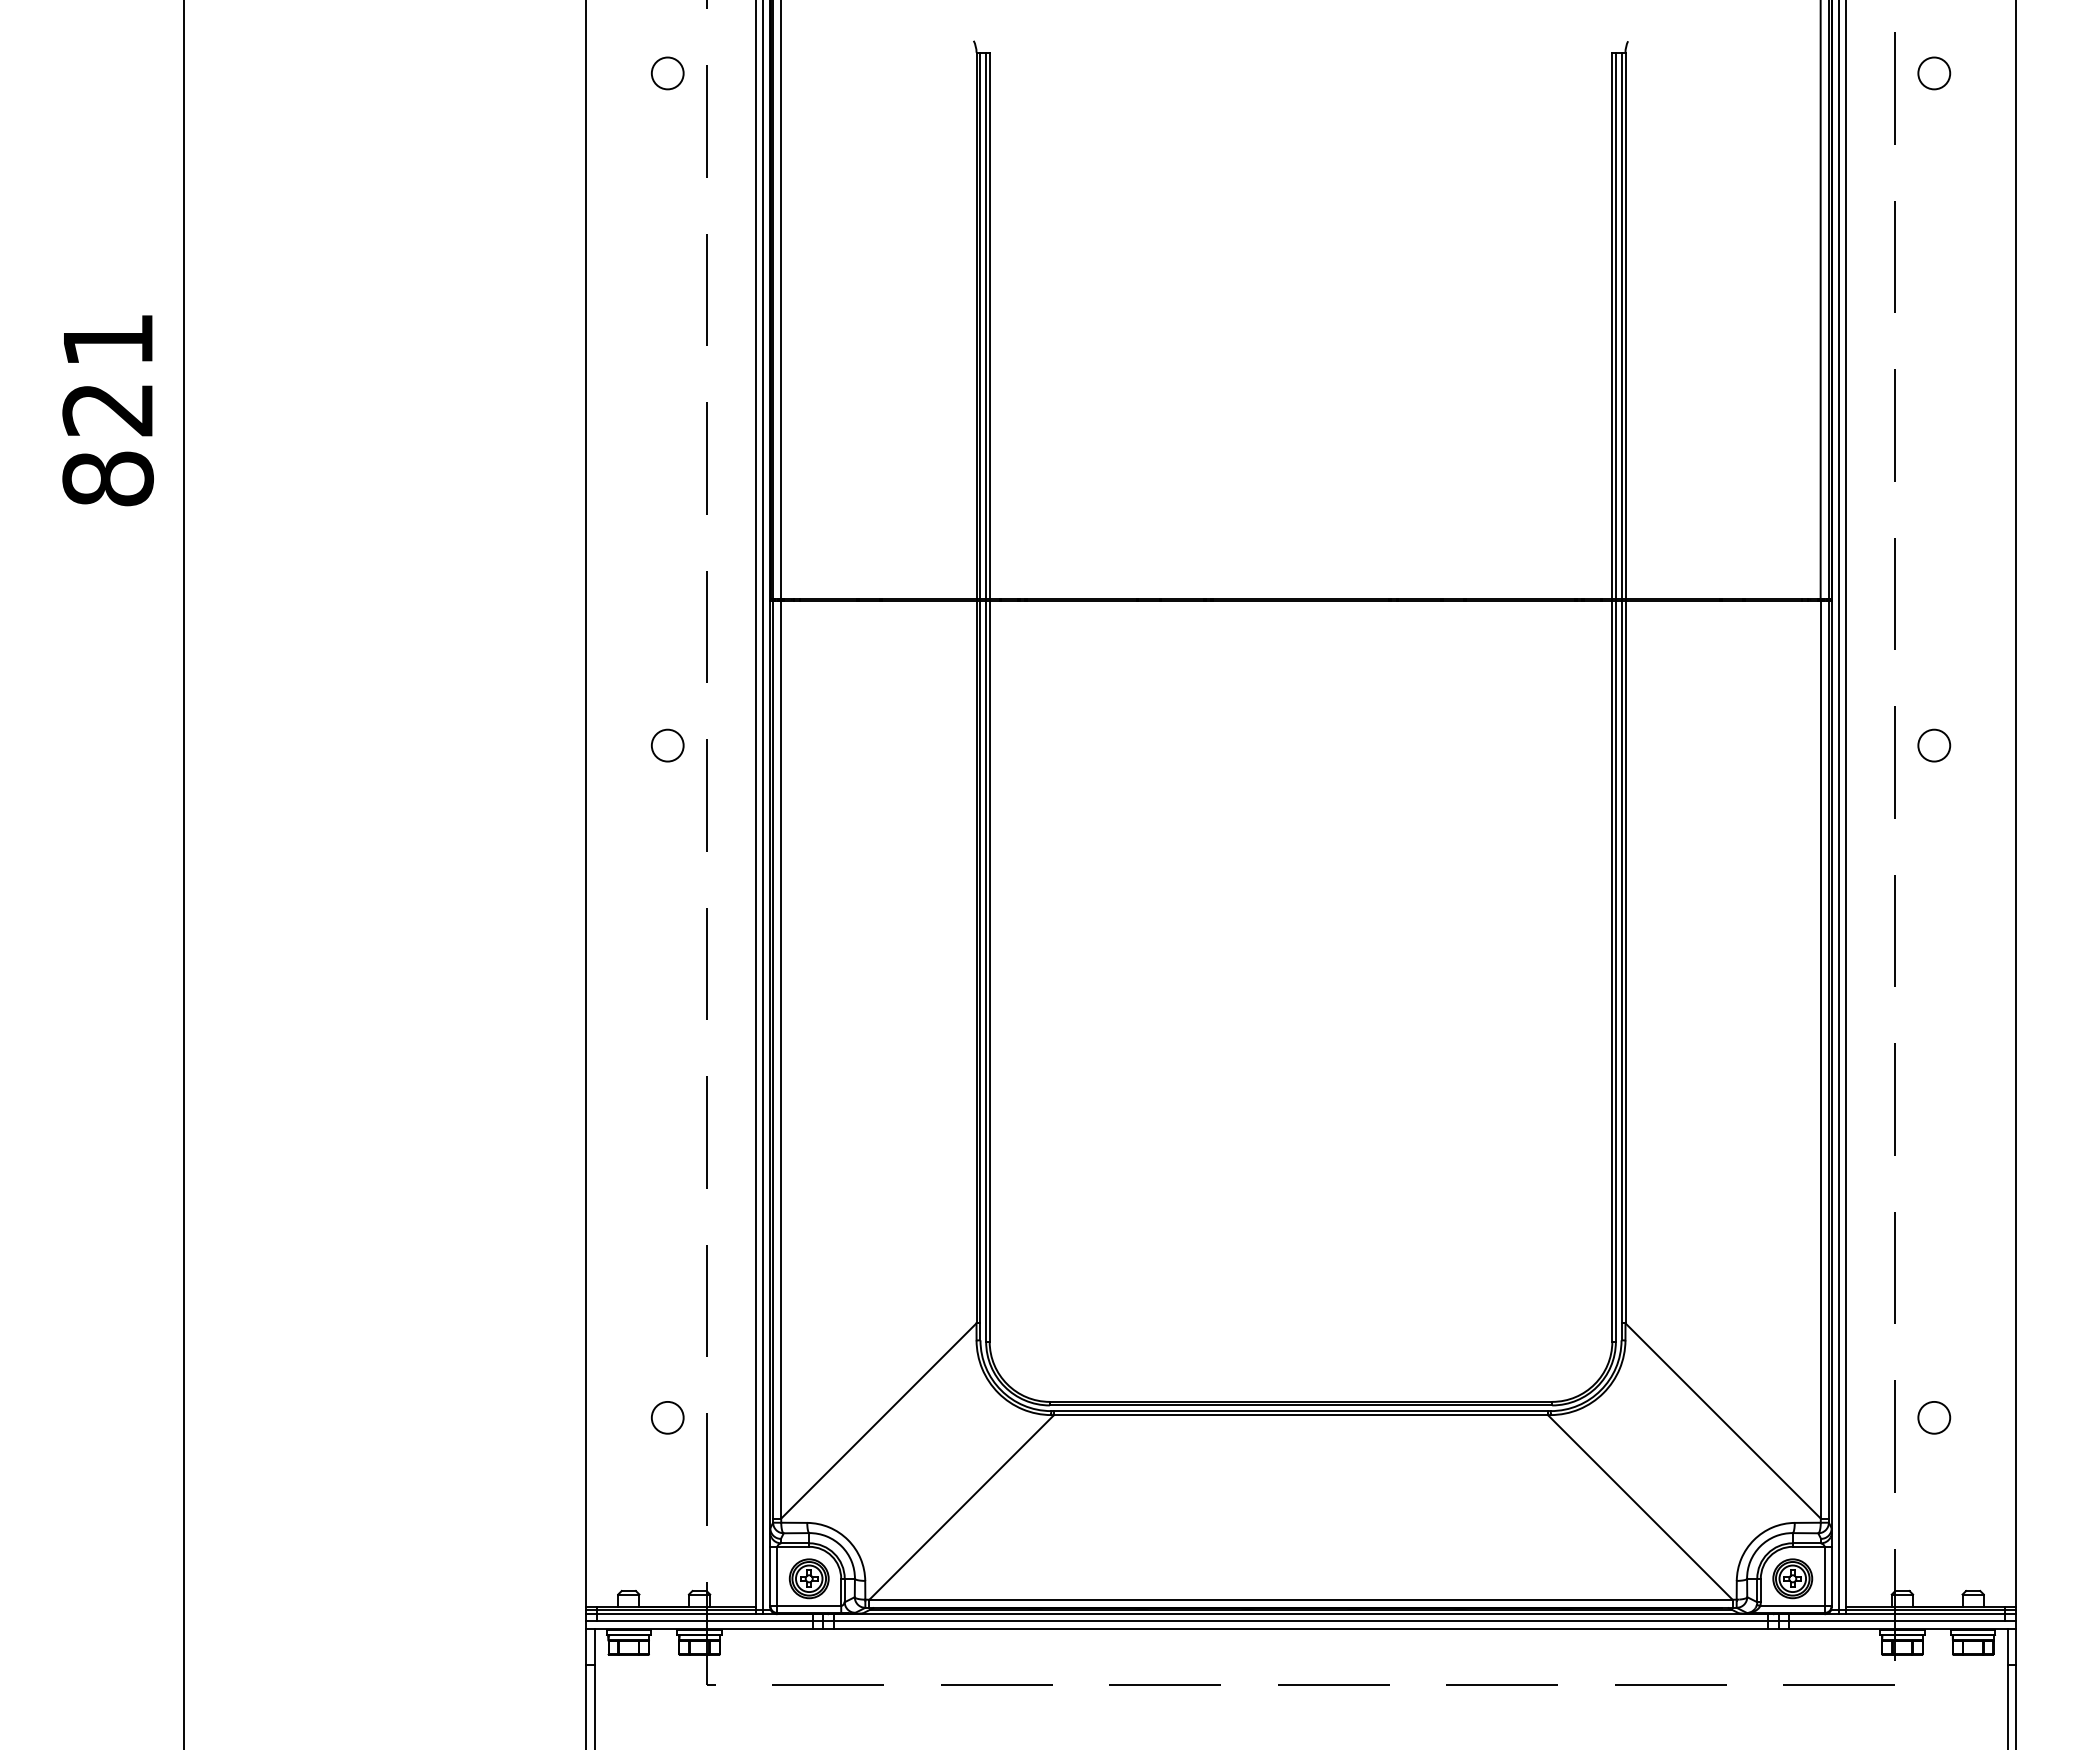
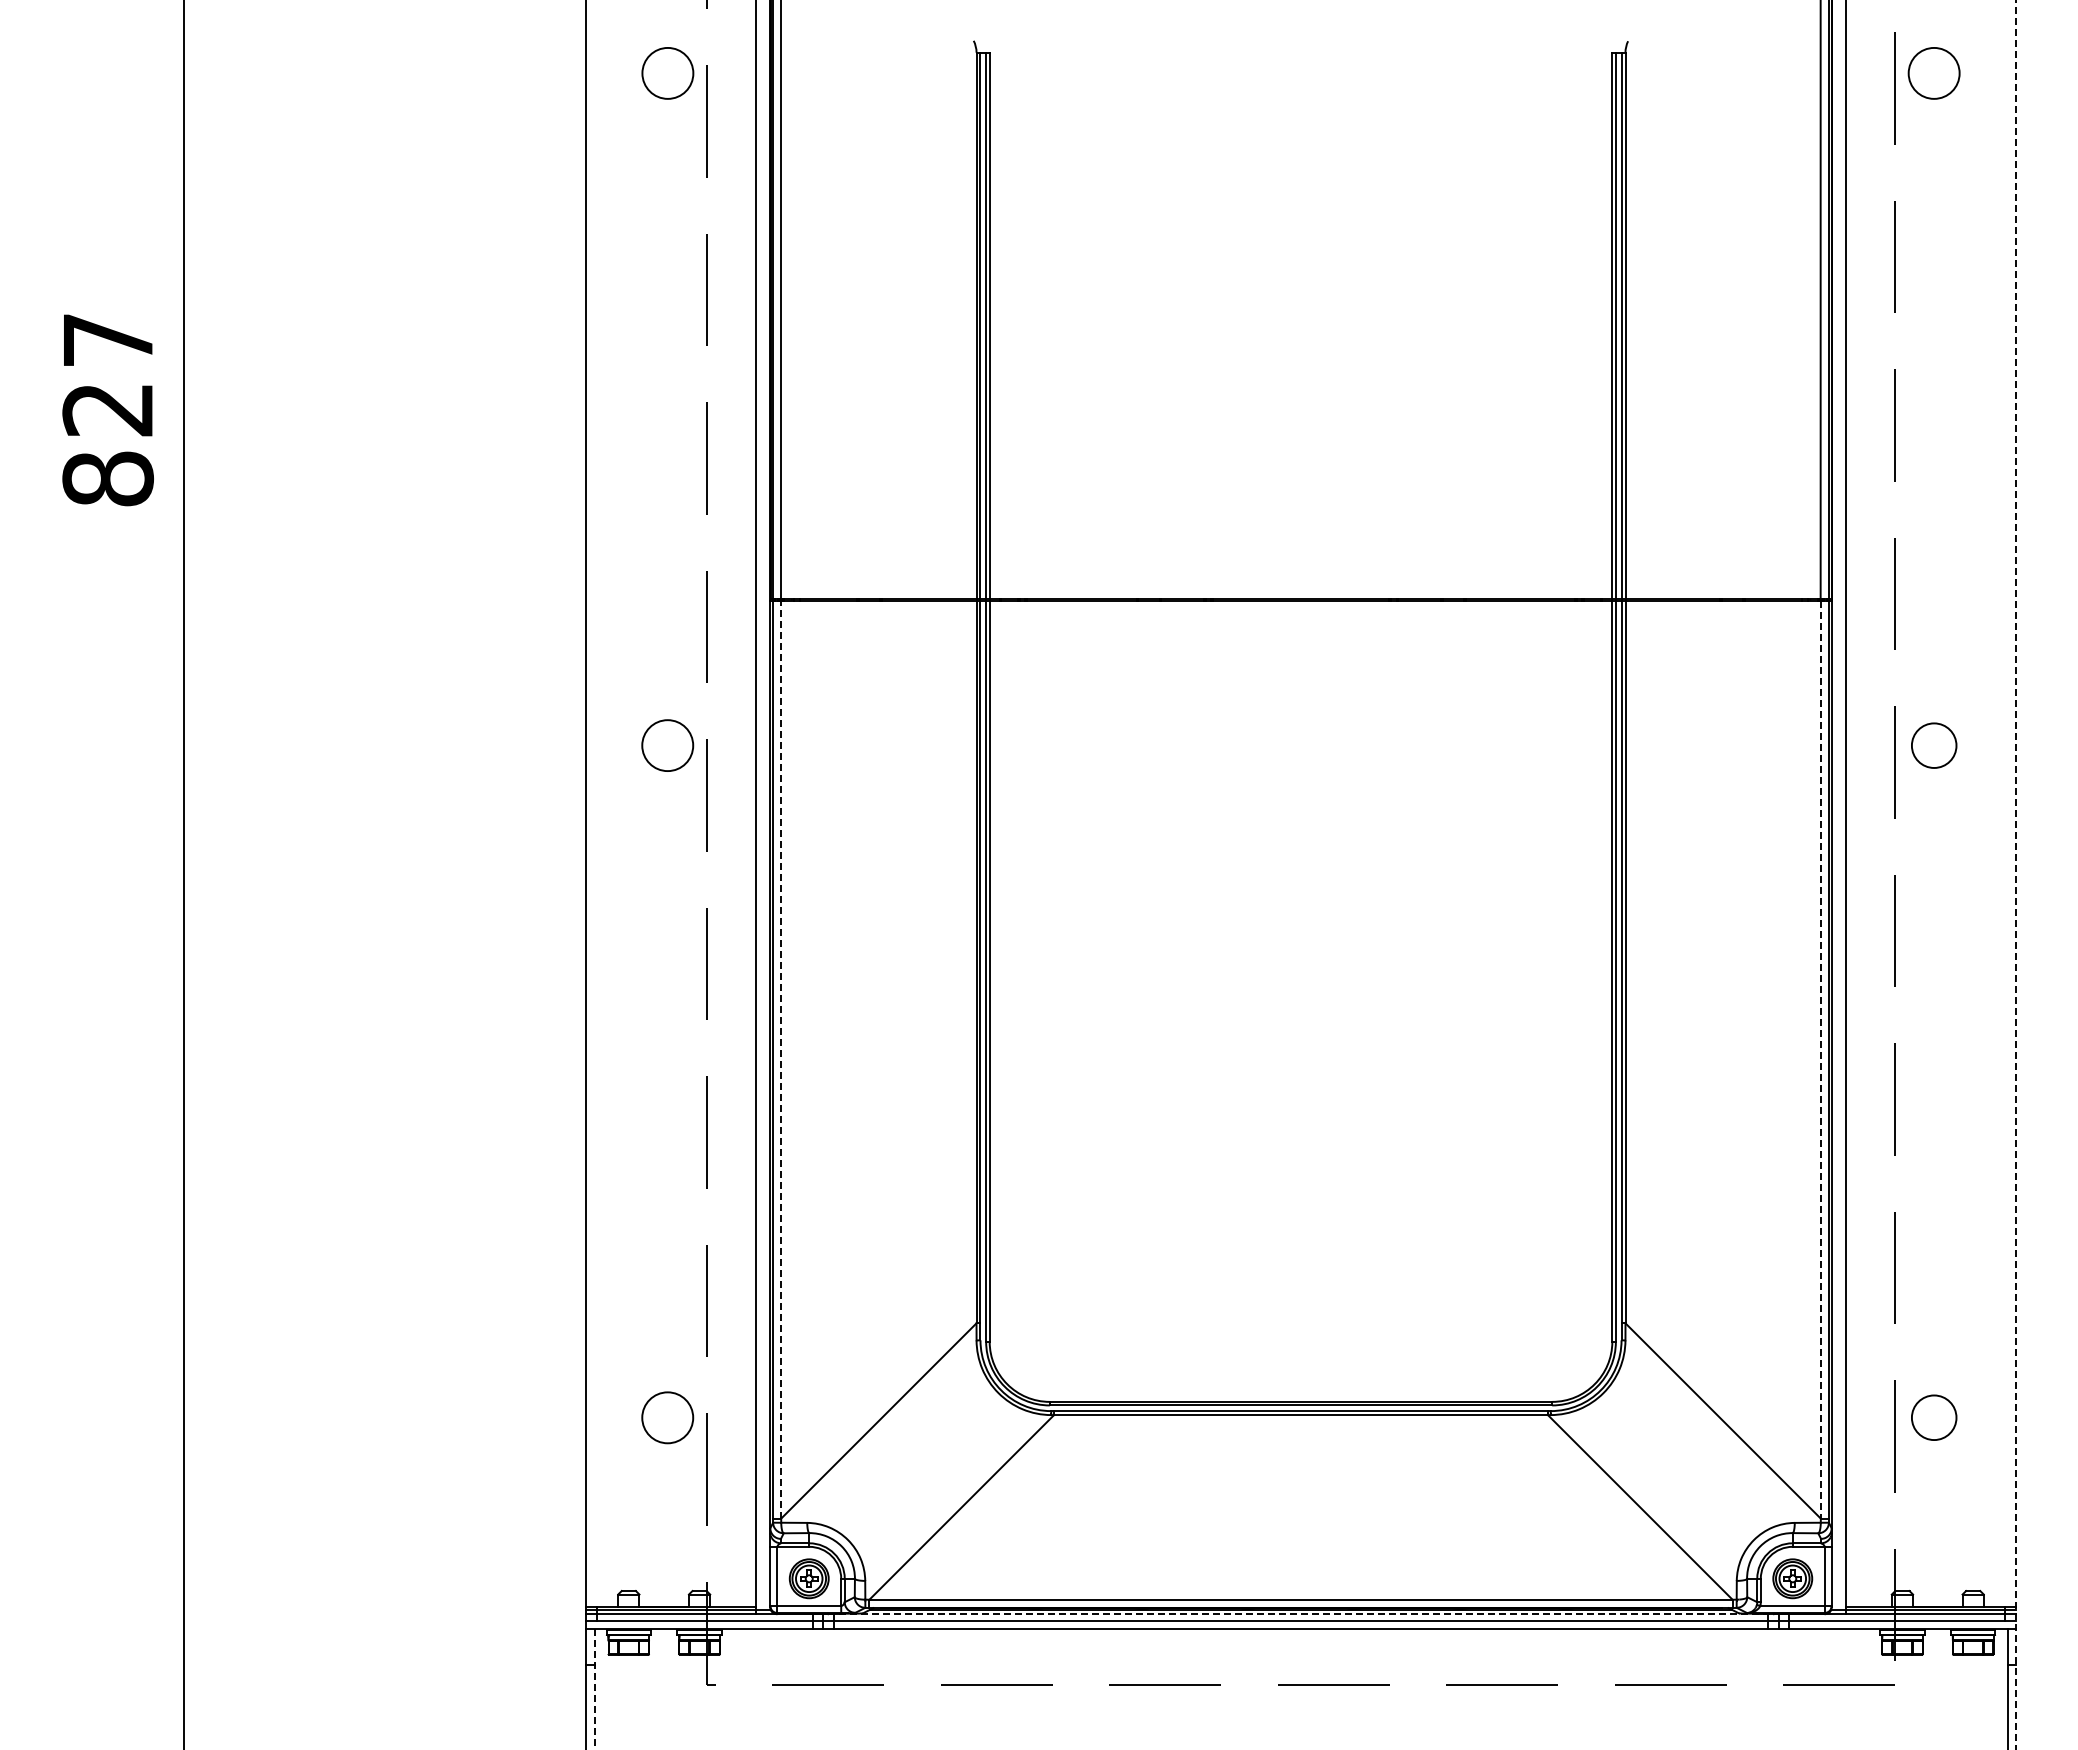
circle at (667, 73) size: 35x35 px -> 54x53 px
circle at (1934, 73) size: 35x35 px -> 54x53 px
text at (108, 339): 821 -> 827
circle at (667, 745) diameter: 32 px -> 51 px
circle at (1934, 745) size: 35x35 px -> 47x47 px
line at (763, 808): present -> none
line at (1838, 808): present -> none
line at (2015, 874): solid -> dashed
line at (781, 1059): solid -> dashed
line at (1820, 1060): solid -> dashed
circle at (667, 1417) diameter: 32 px -> 51 px
circle at (1934, 1417) size: 35x34 px -> 47x47 px
line at (1301, 1614): solid -> dashed
line at (594, 1689): solid -> dashed
